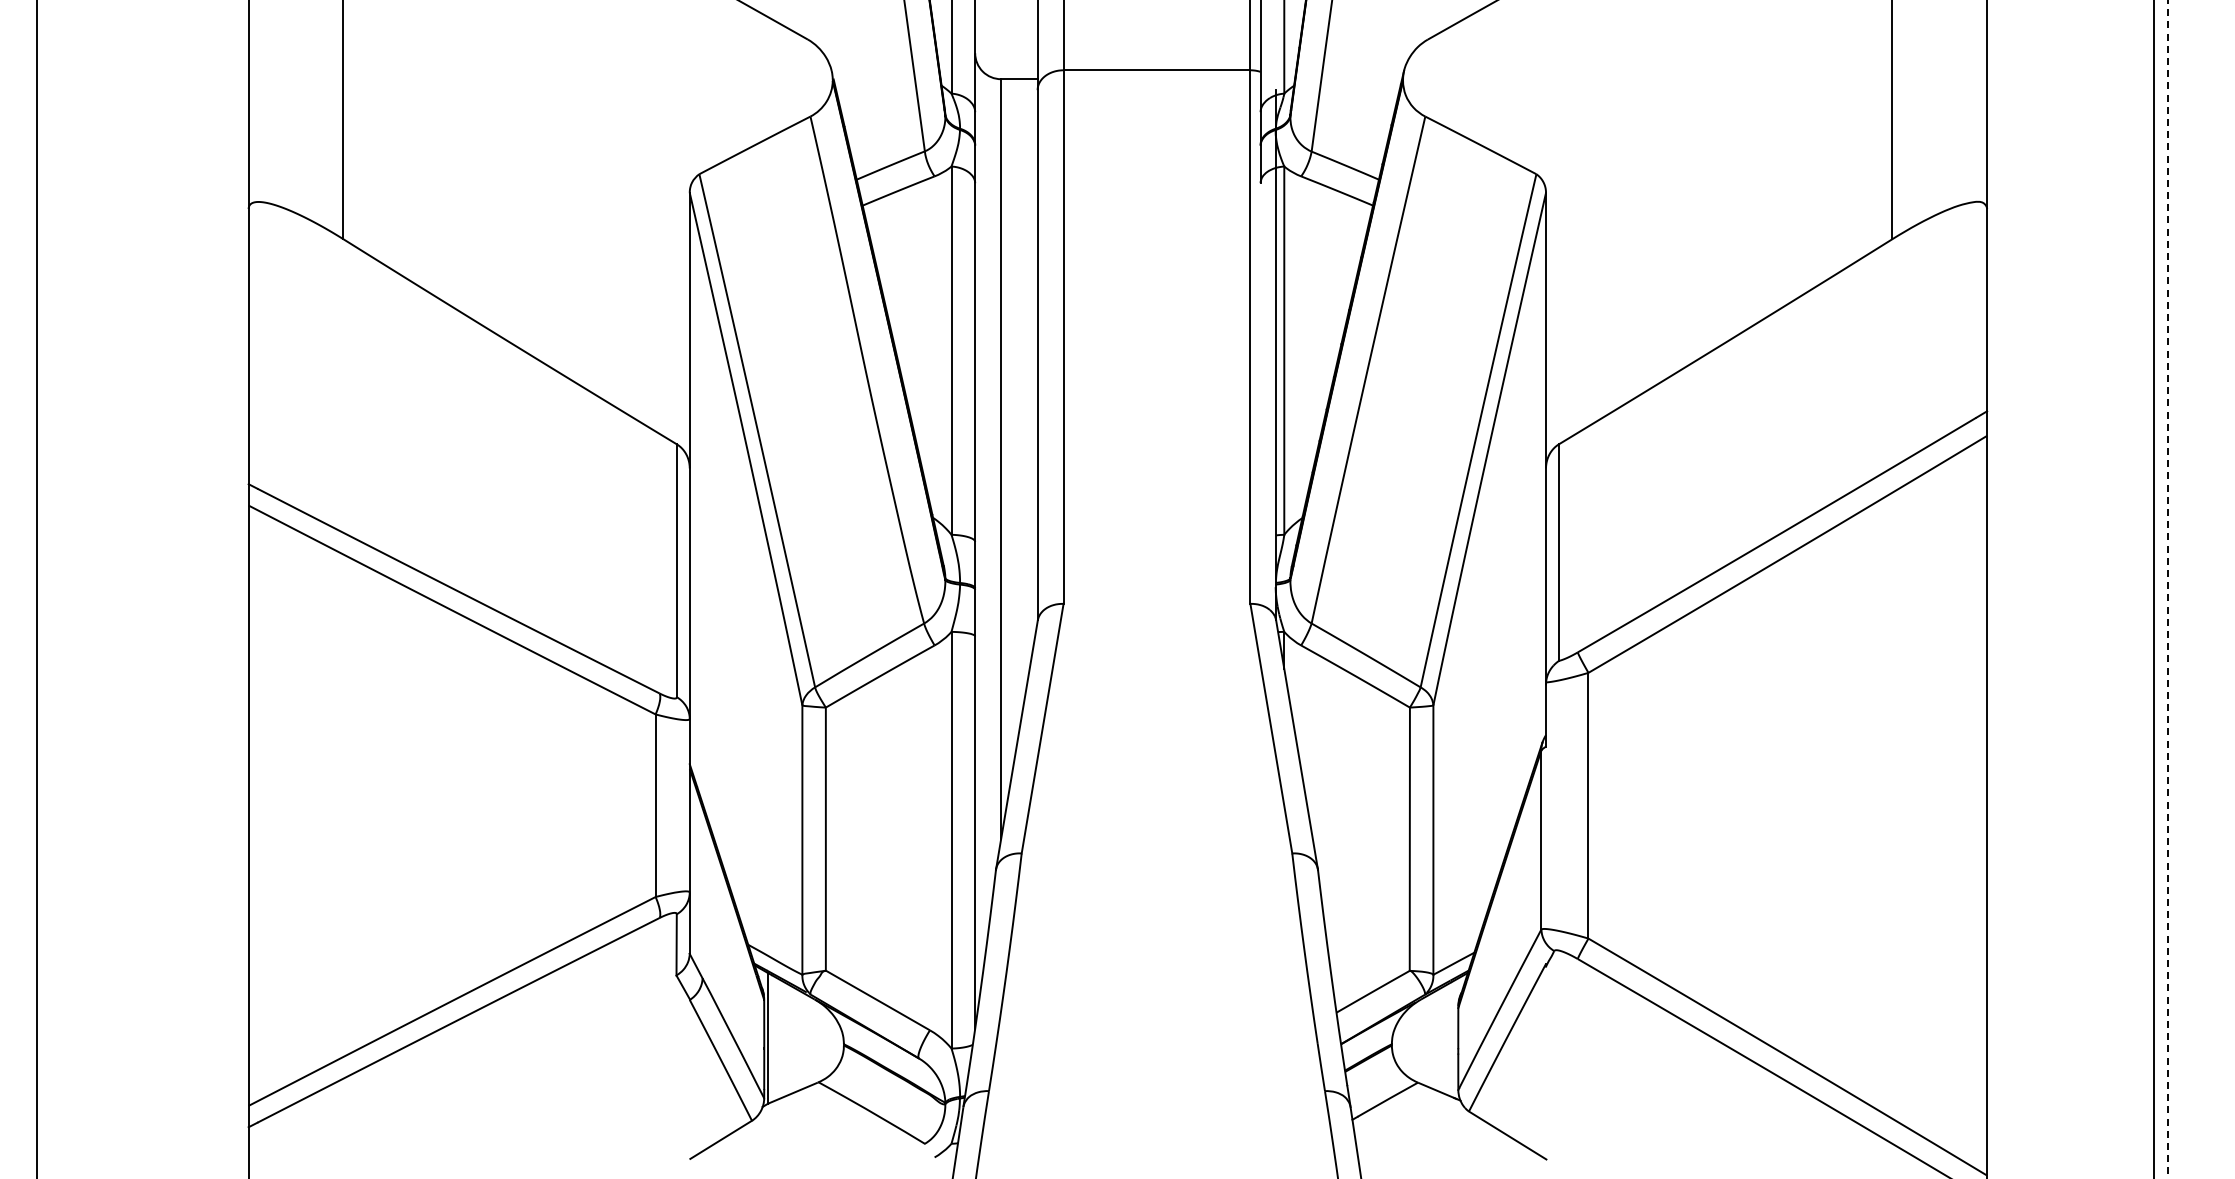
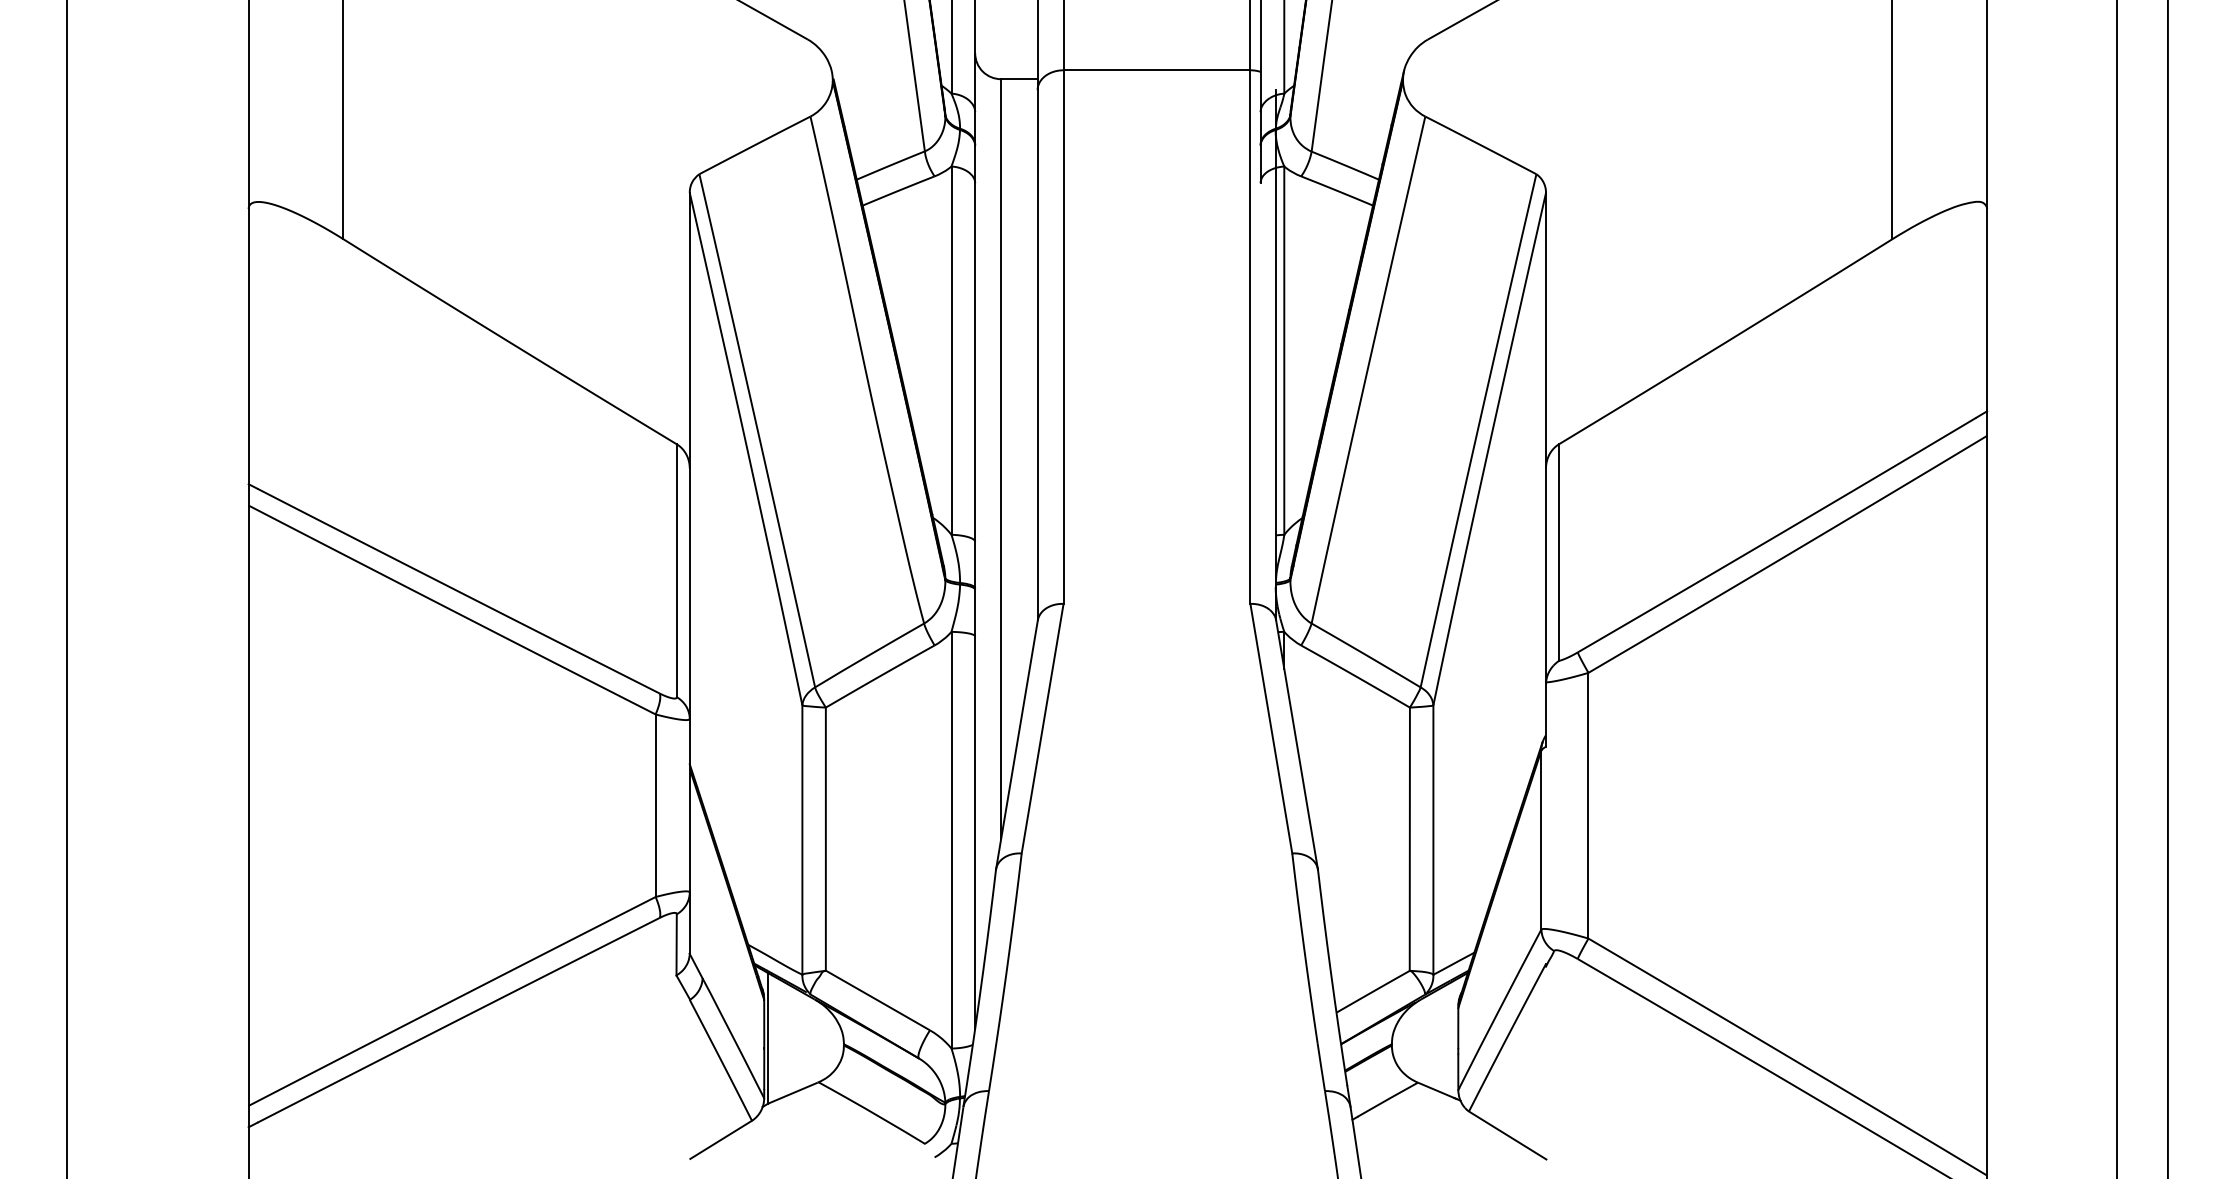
line at (37, 588) position: (37, 588) -> (67, 588)
line at (2154, 588) position: (2154, 588) -> (2117, 588)
line at (2167, 589): dashed -> solid
